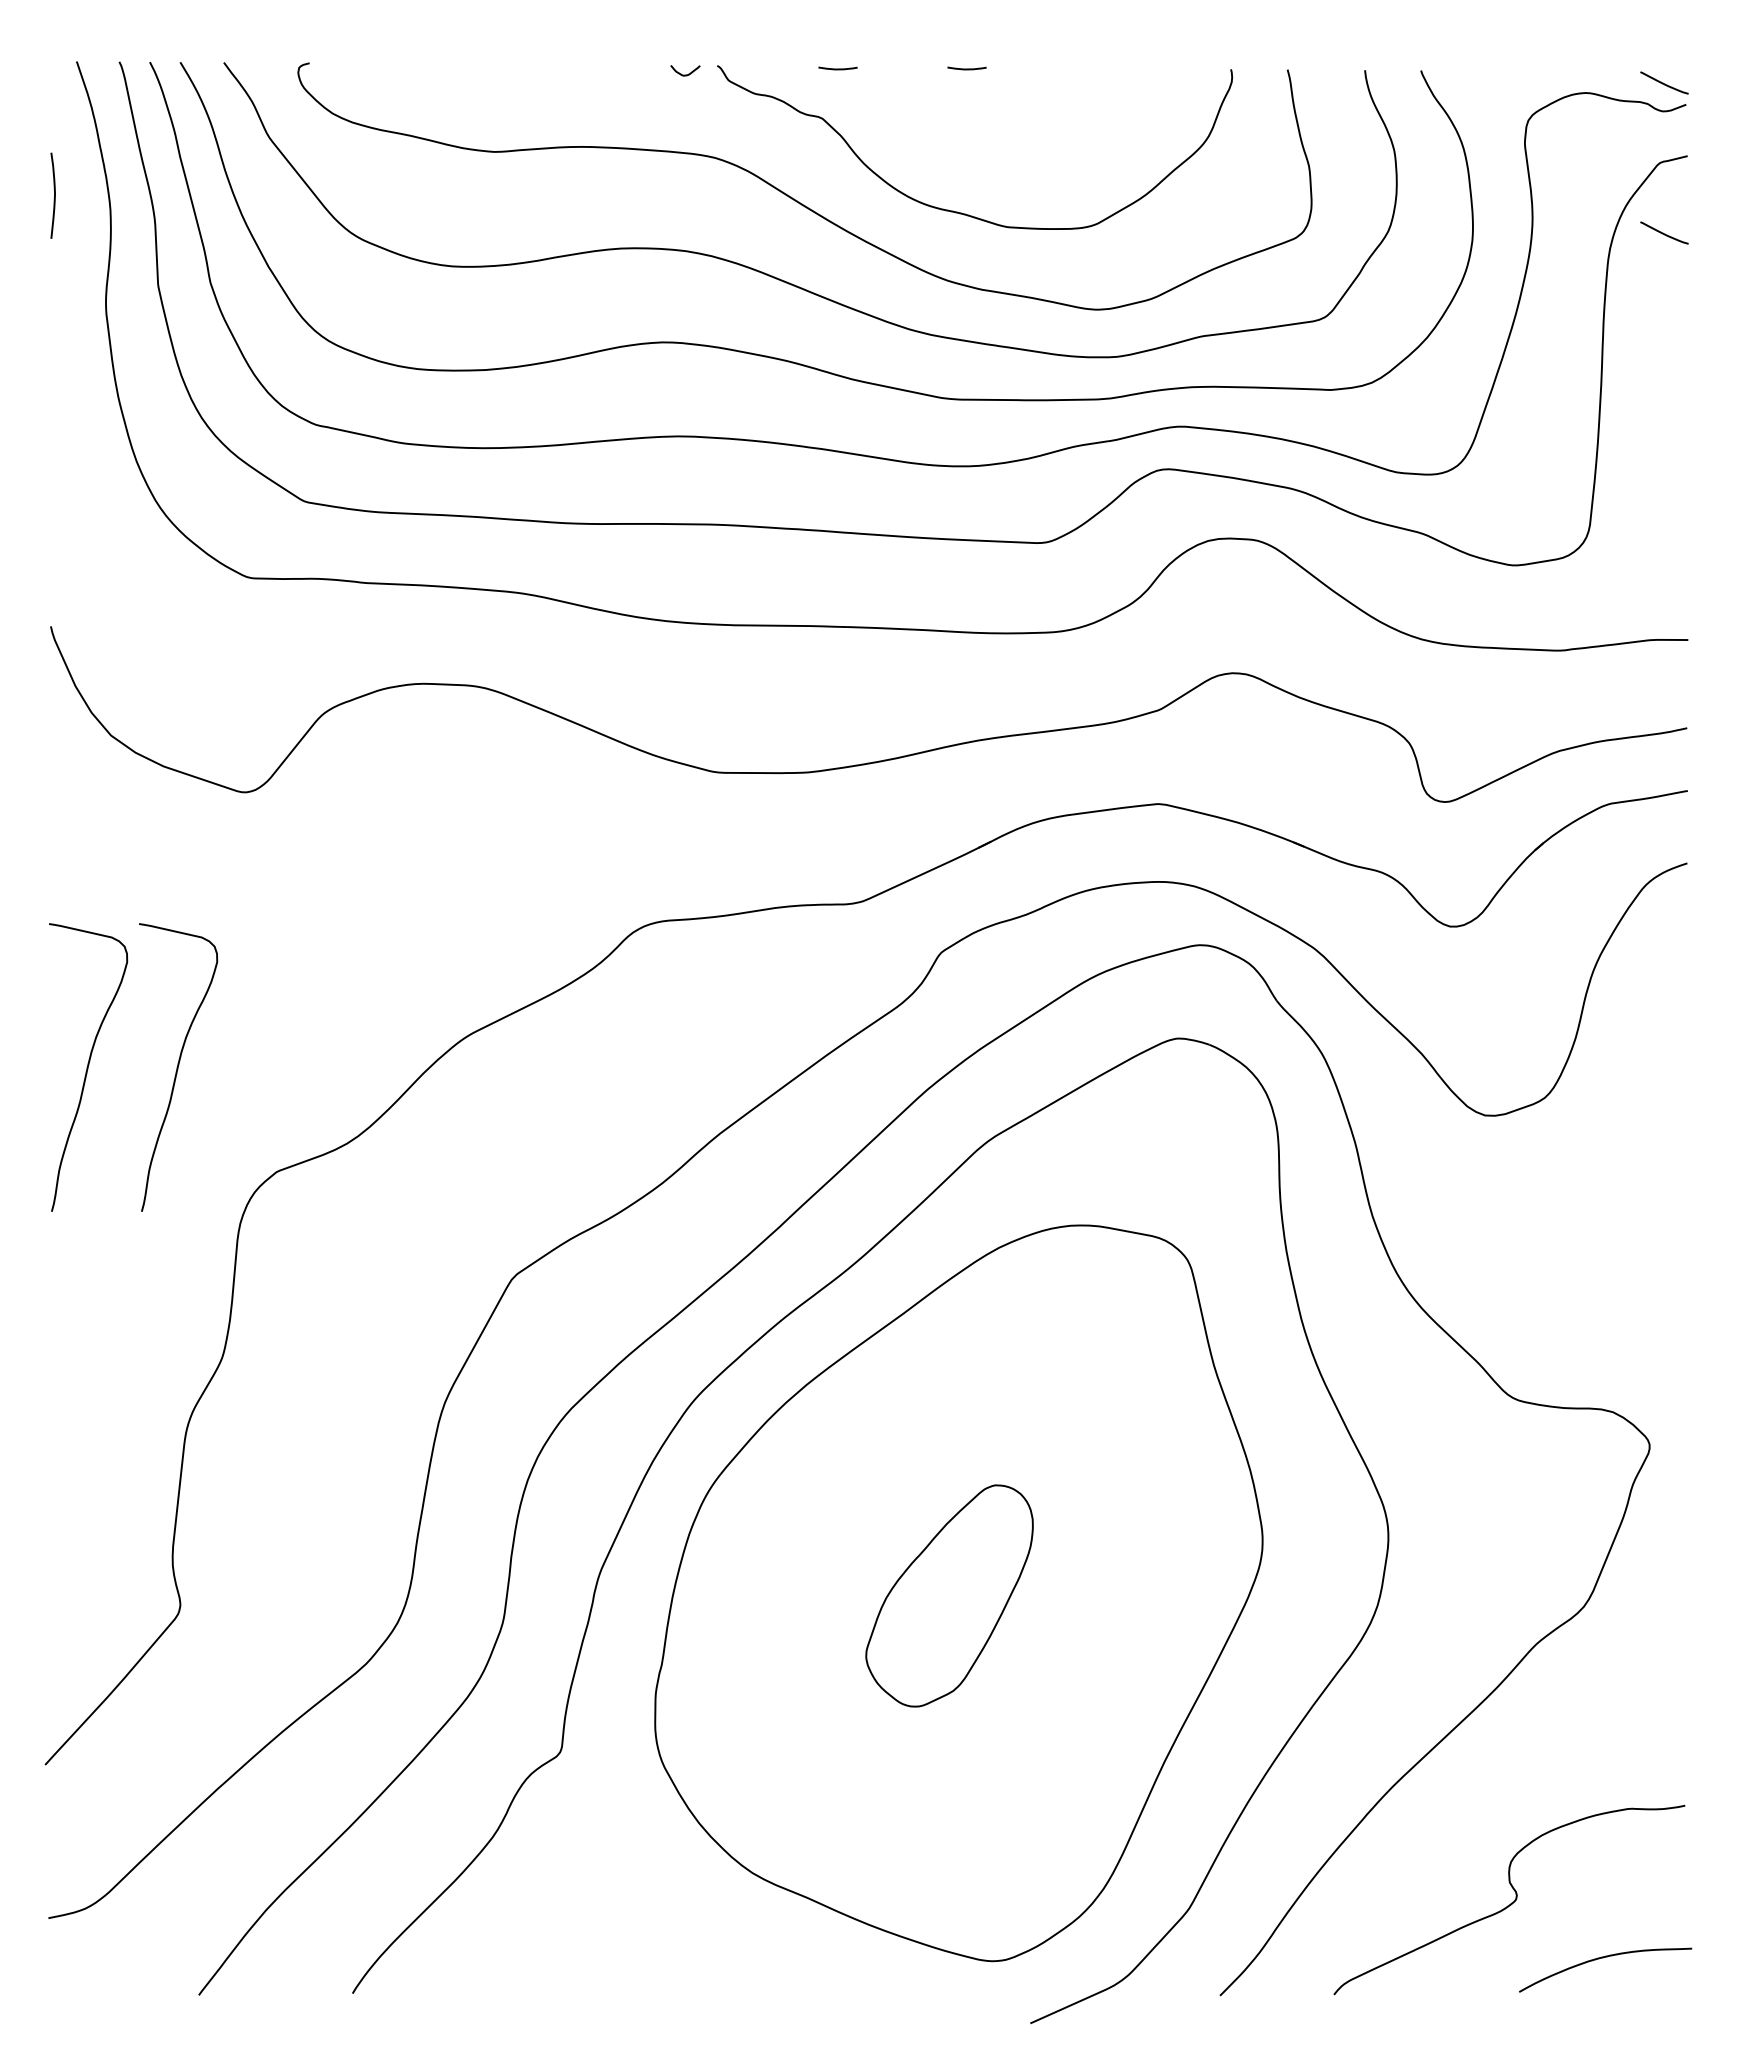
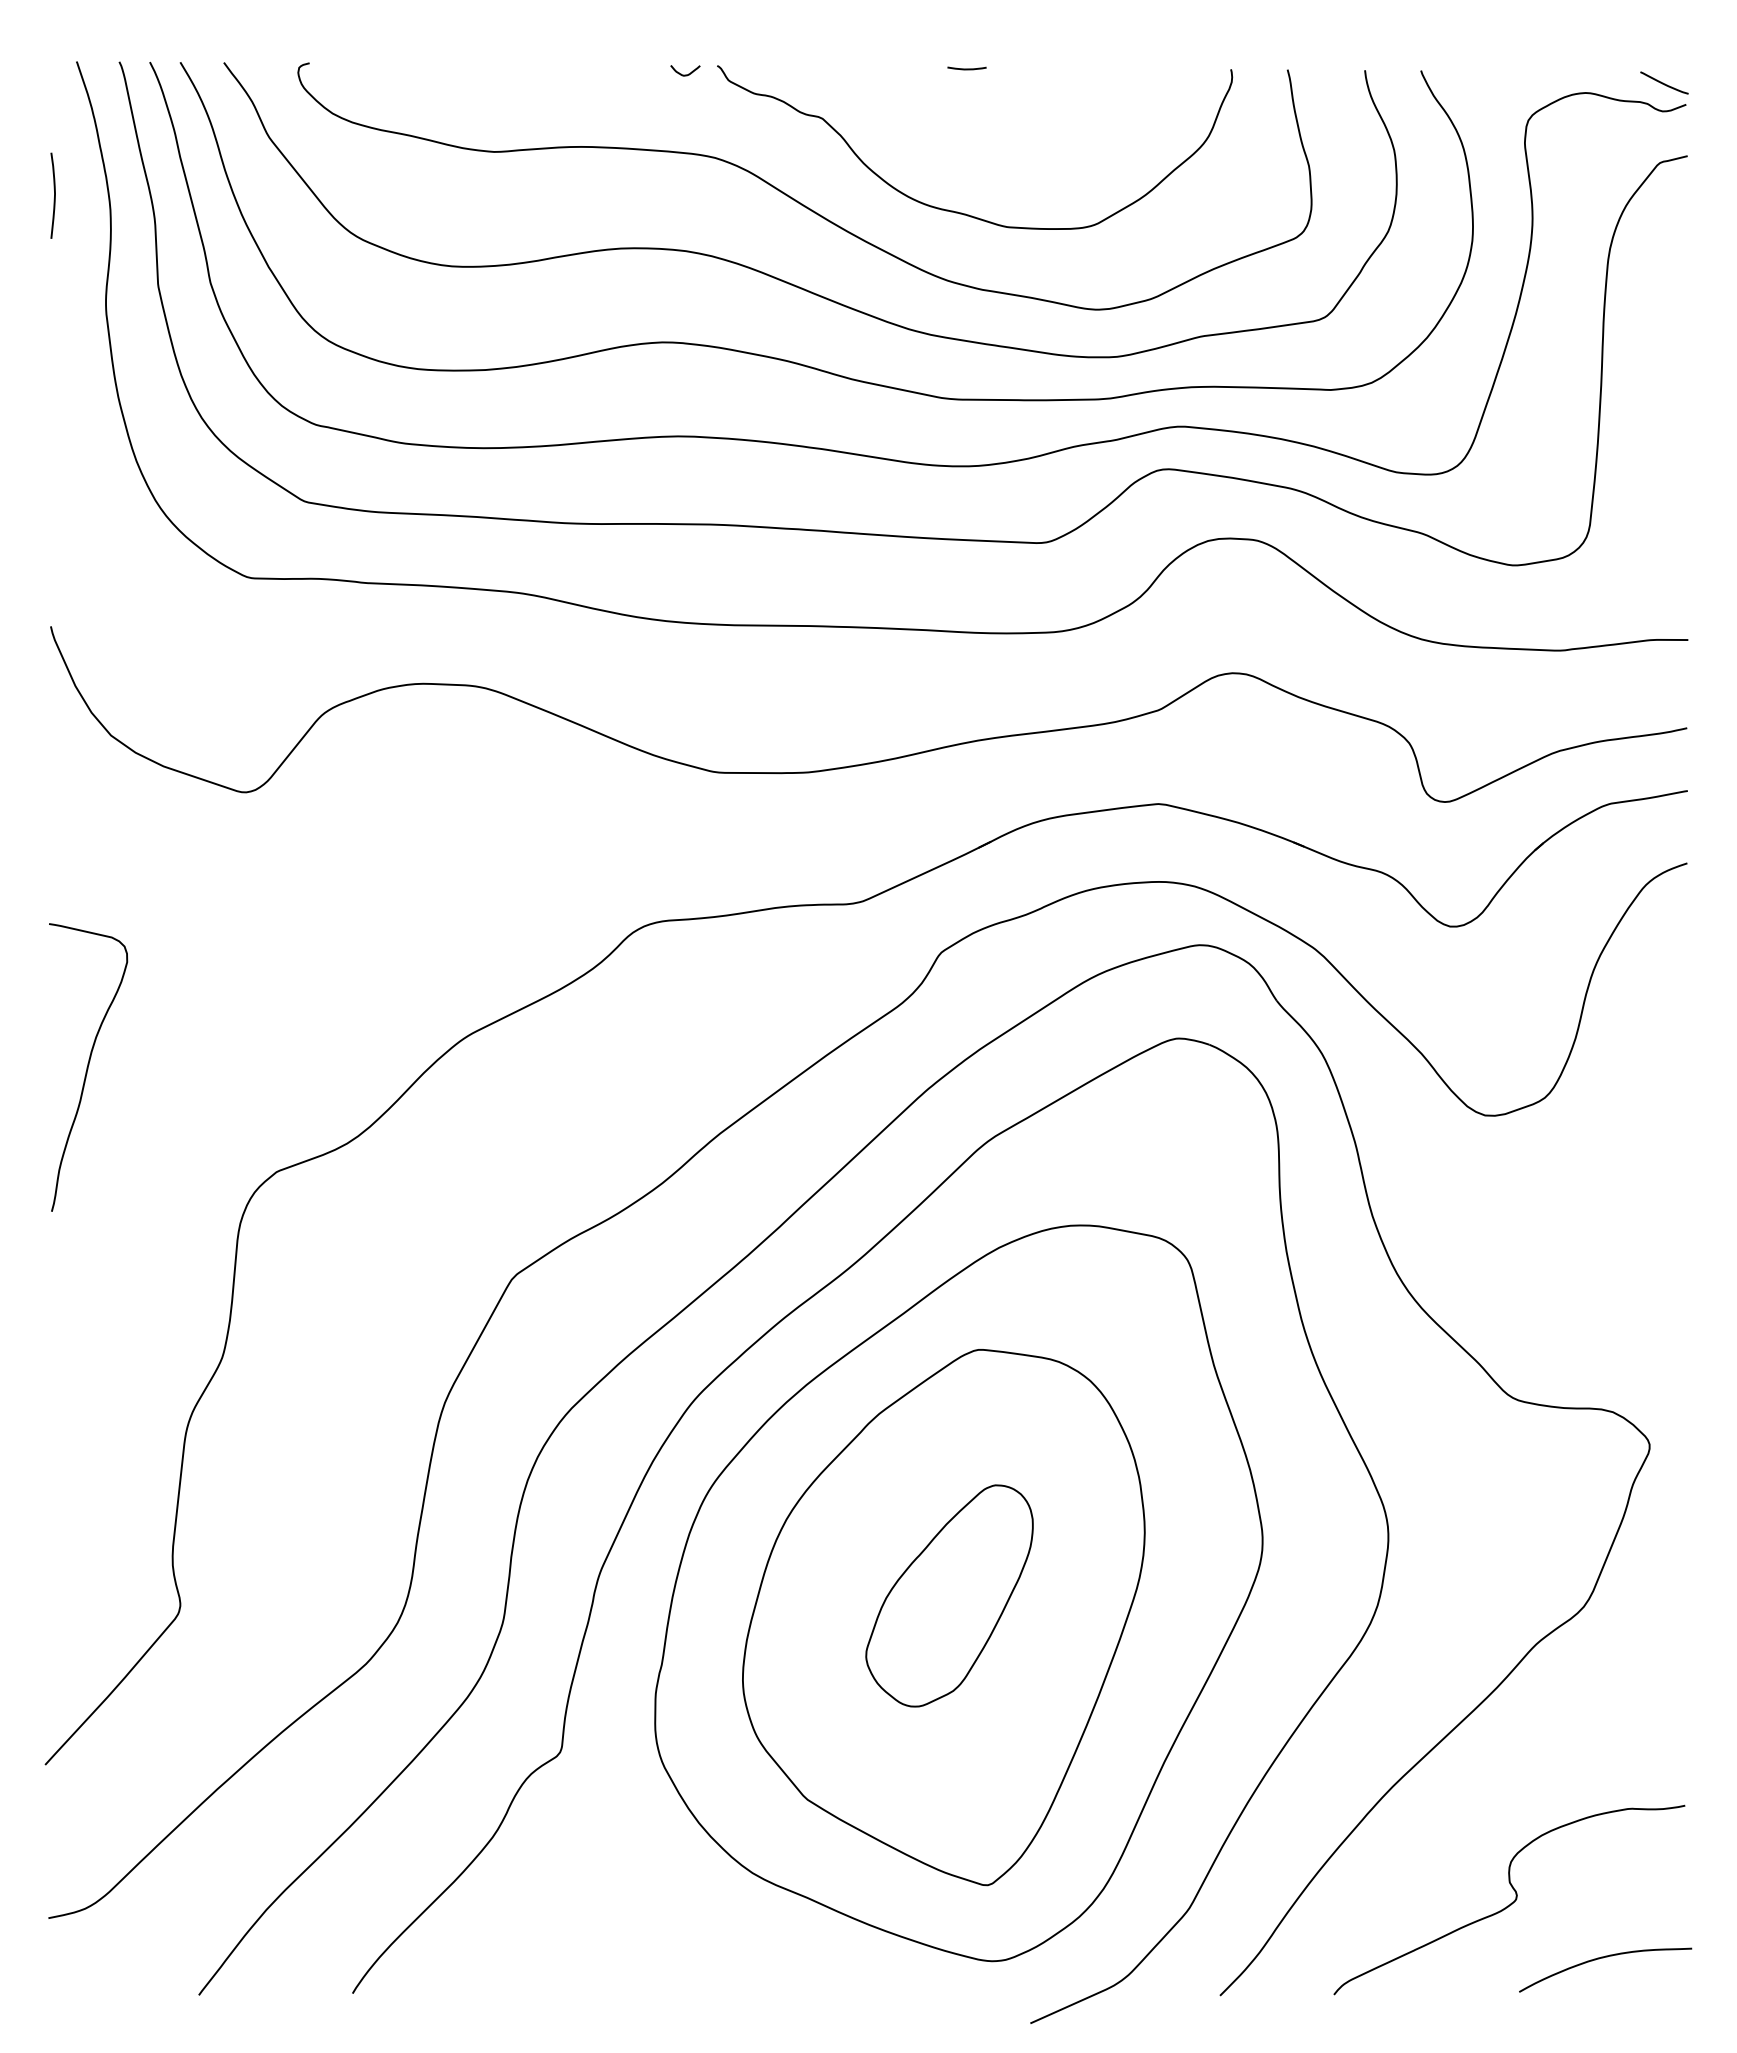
curve at (837, 68): present -> none
curve at (1663, 232): present -> none
curve at (178, 1067): present -> none
part at (943, 1617): none -> present
